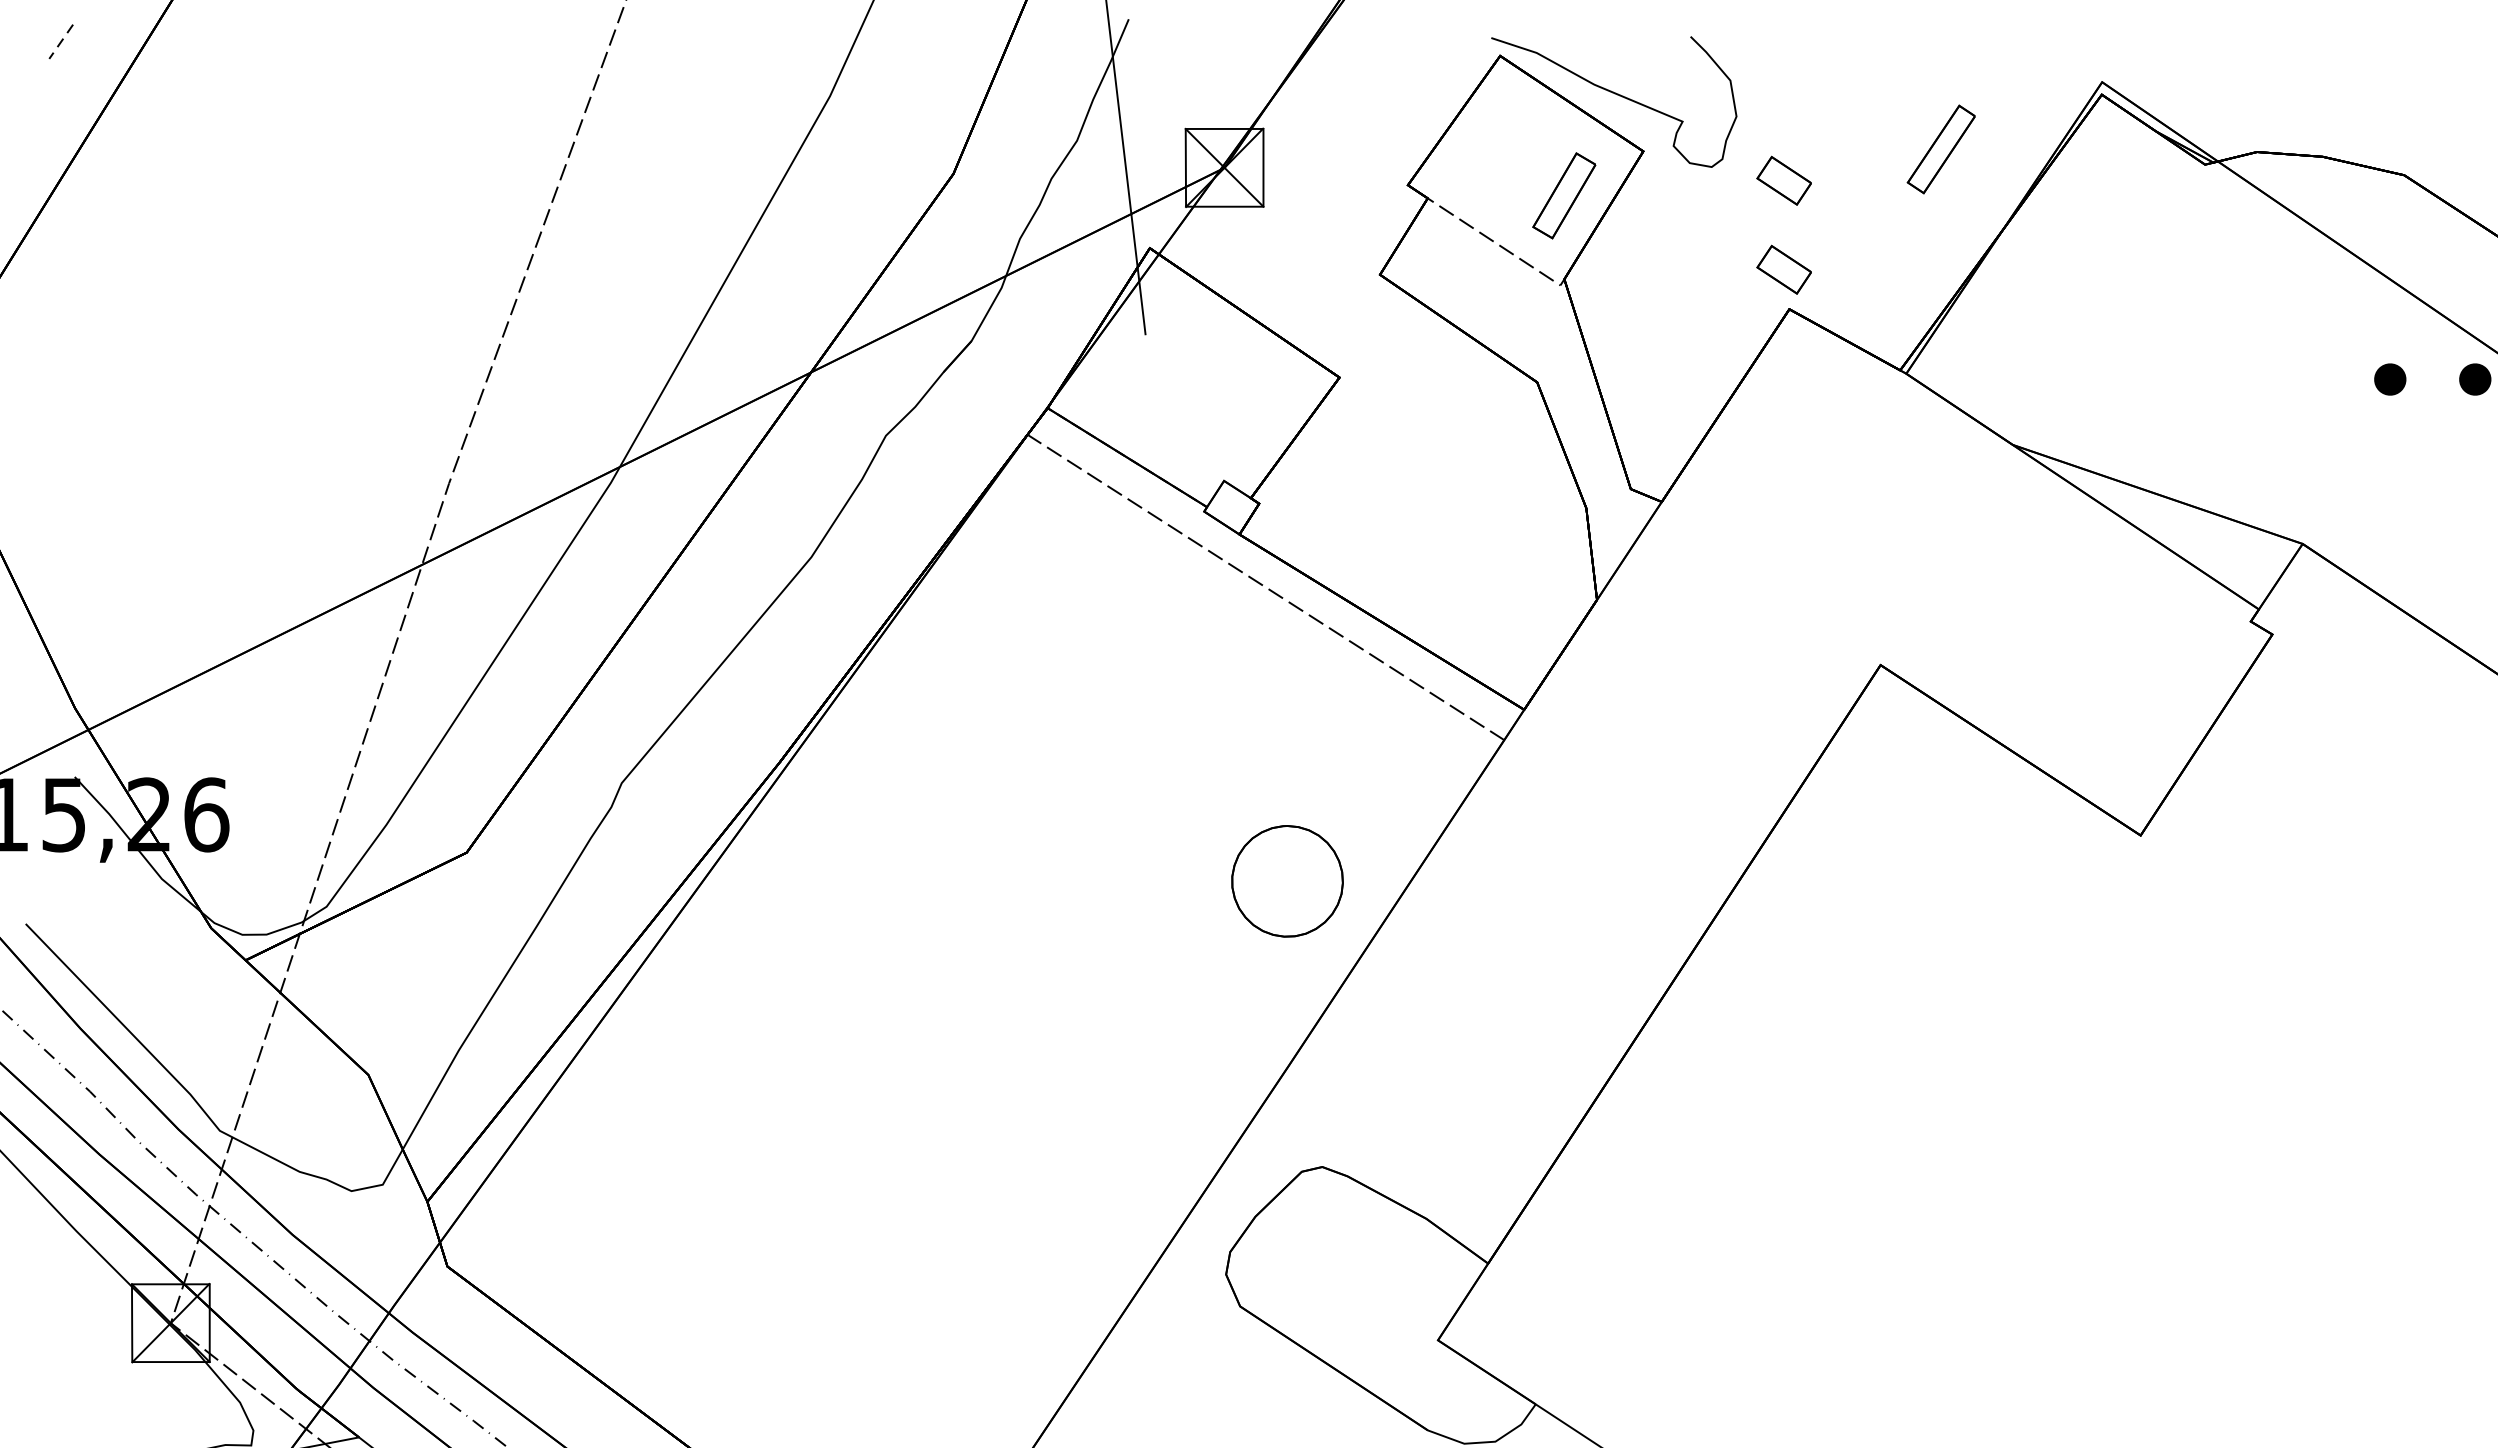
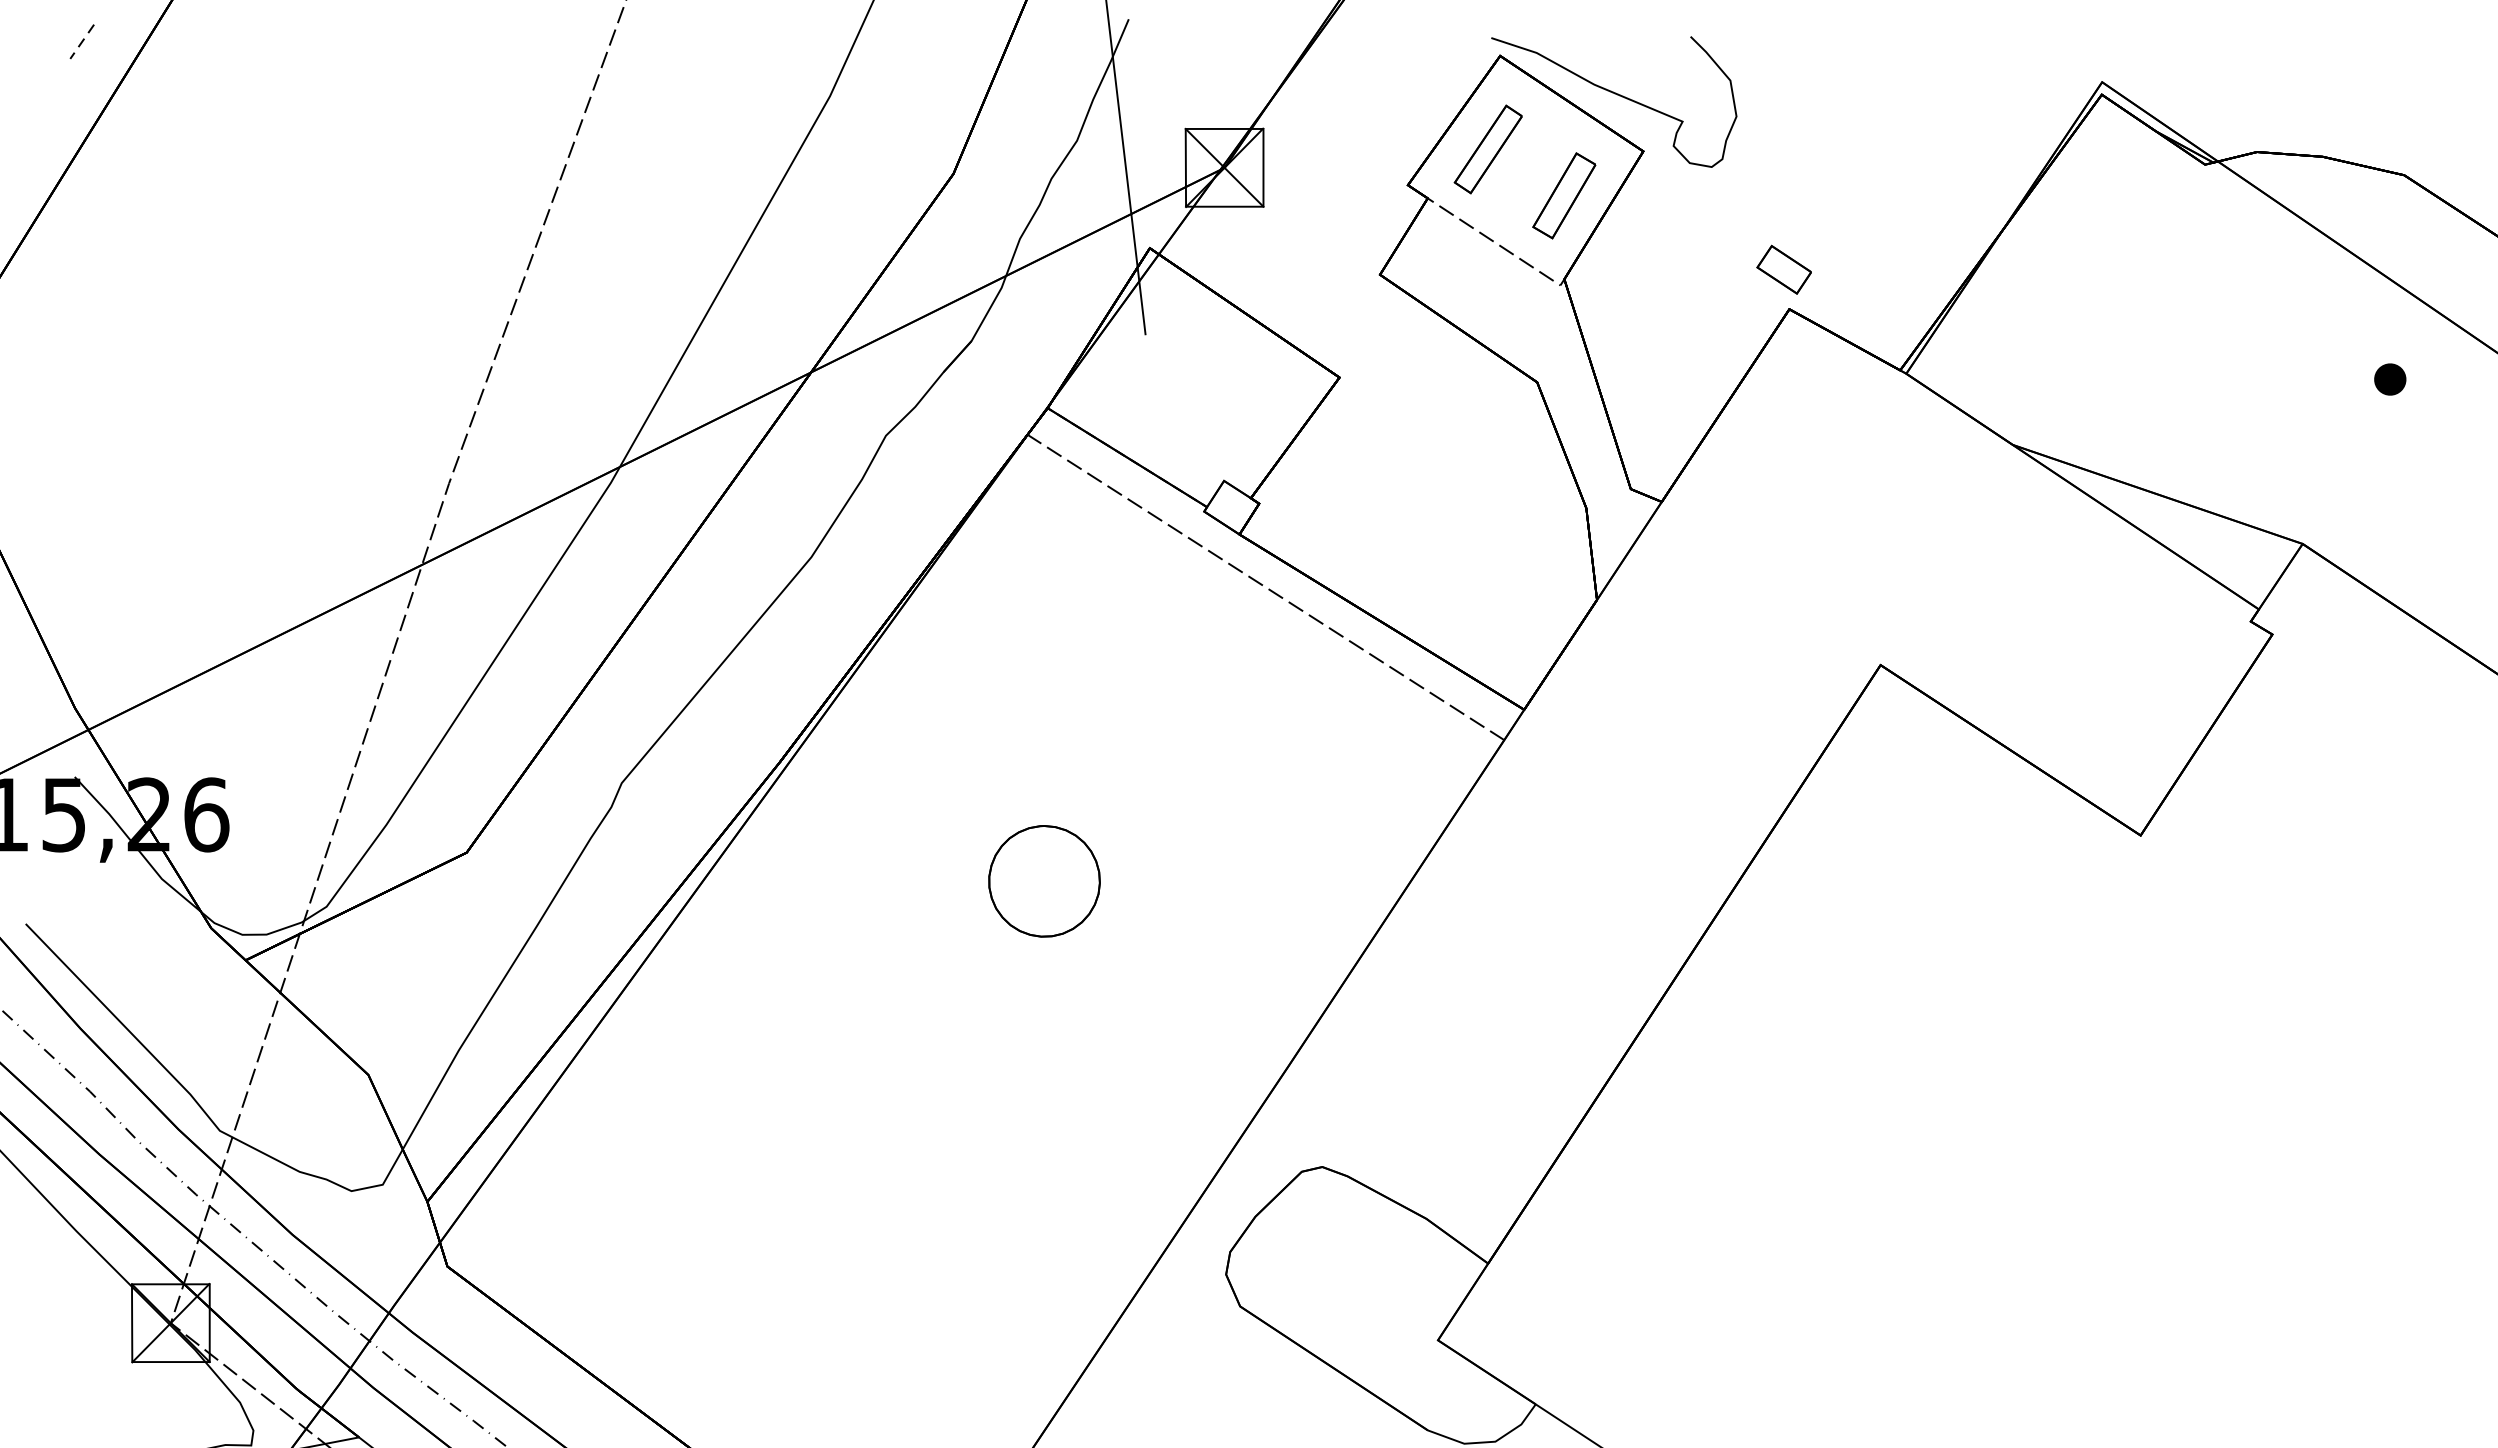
line at (60, 41) position: (60, 41) -> (81, 41)
part at (1940, 149) position: (1940, 149) -> (1487, 149)
part at (1783, 180): present -> none
part at (2475, 379): present -> none
part at (1287, 881) position: (1287, 881) -> (1044, 881)
